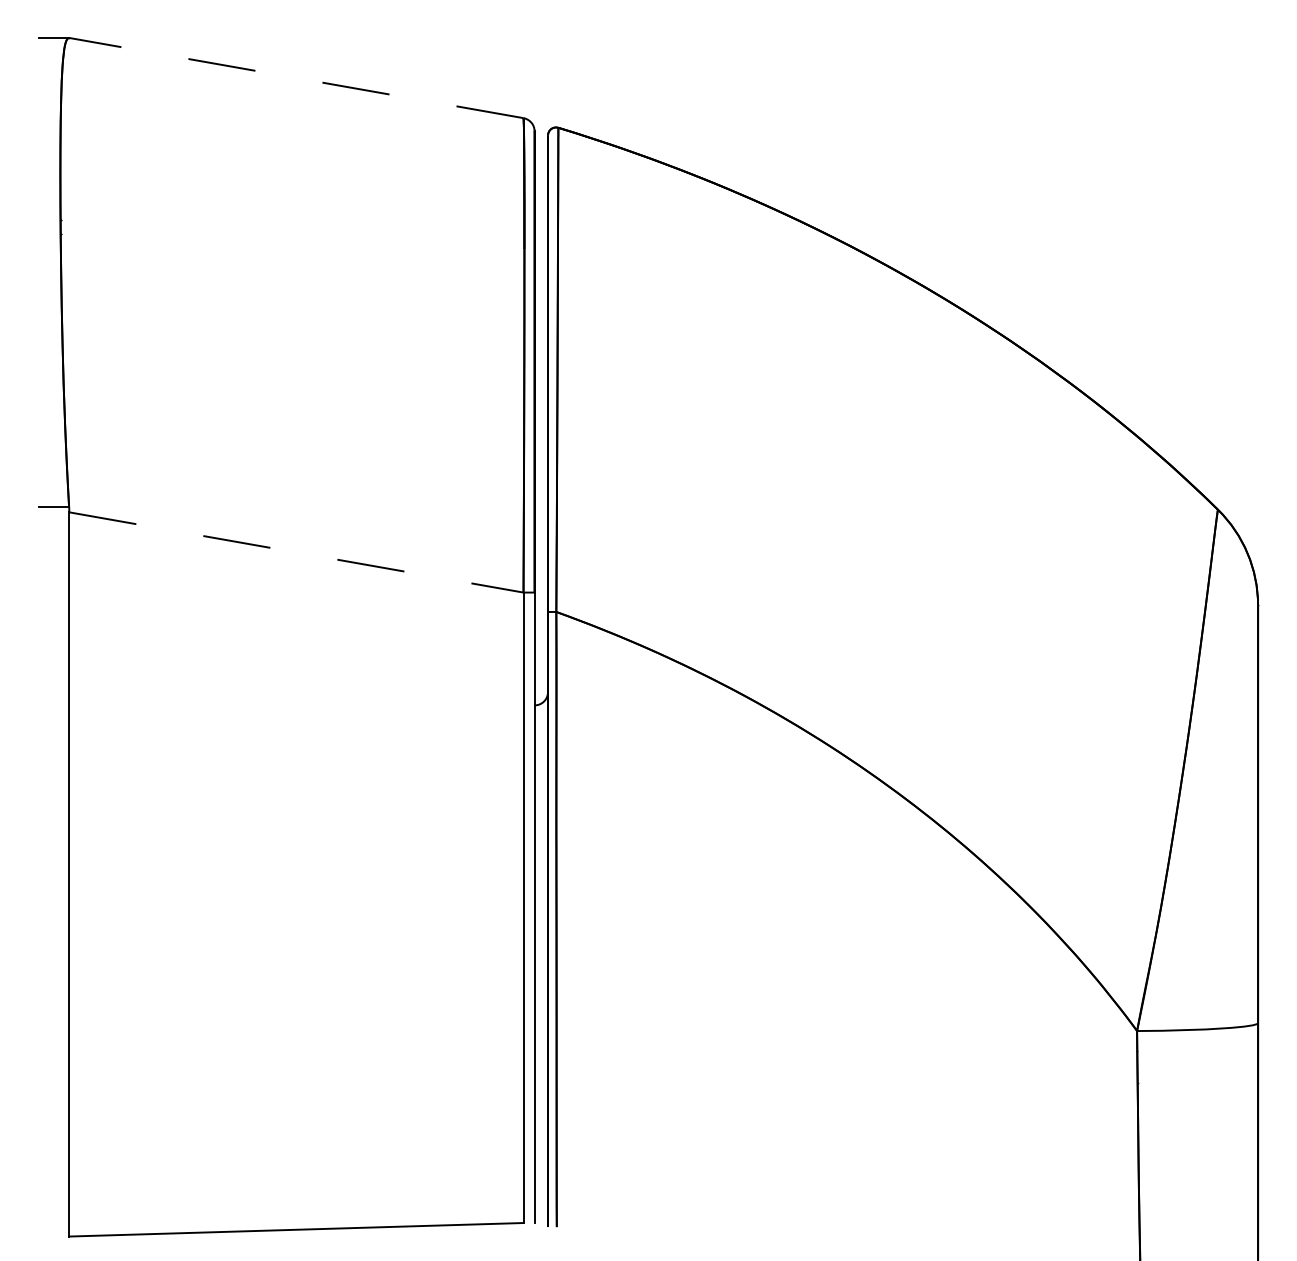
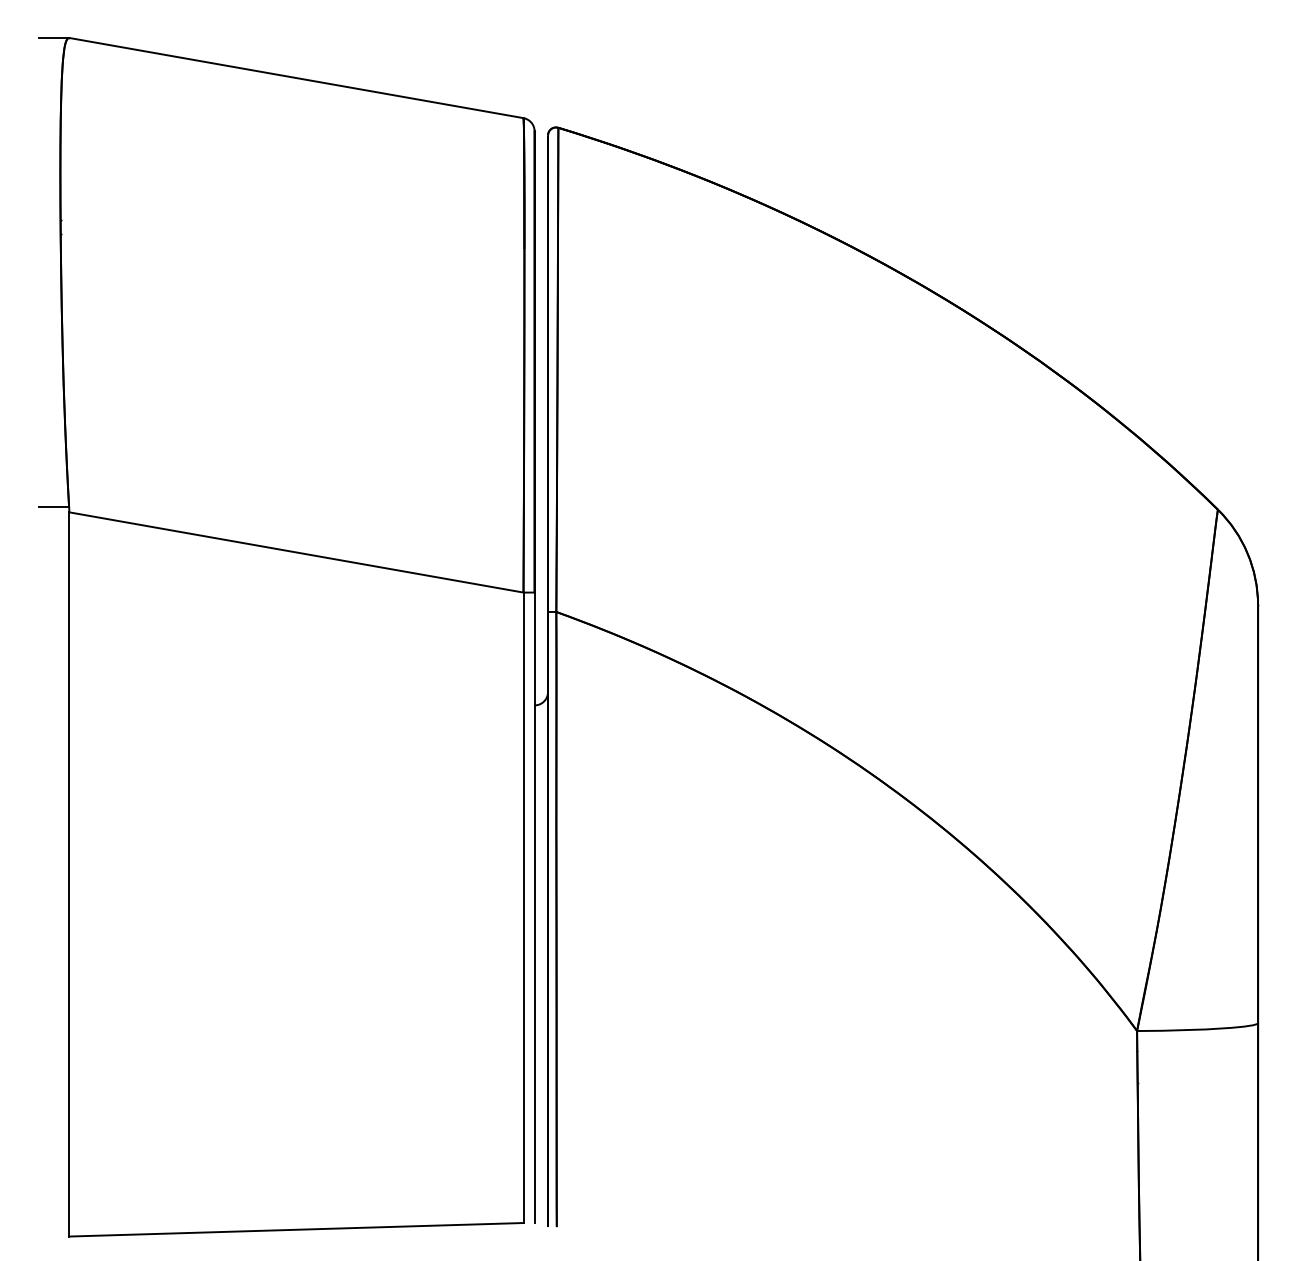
line at (296, 78): dashed -> solid
line at (296, 552): dashed -> solid
